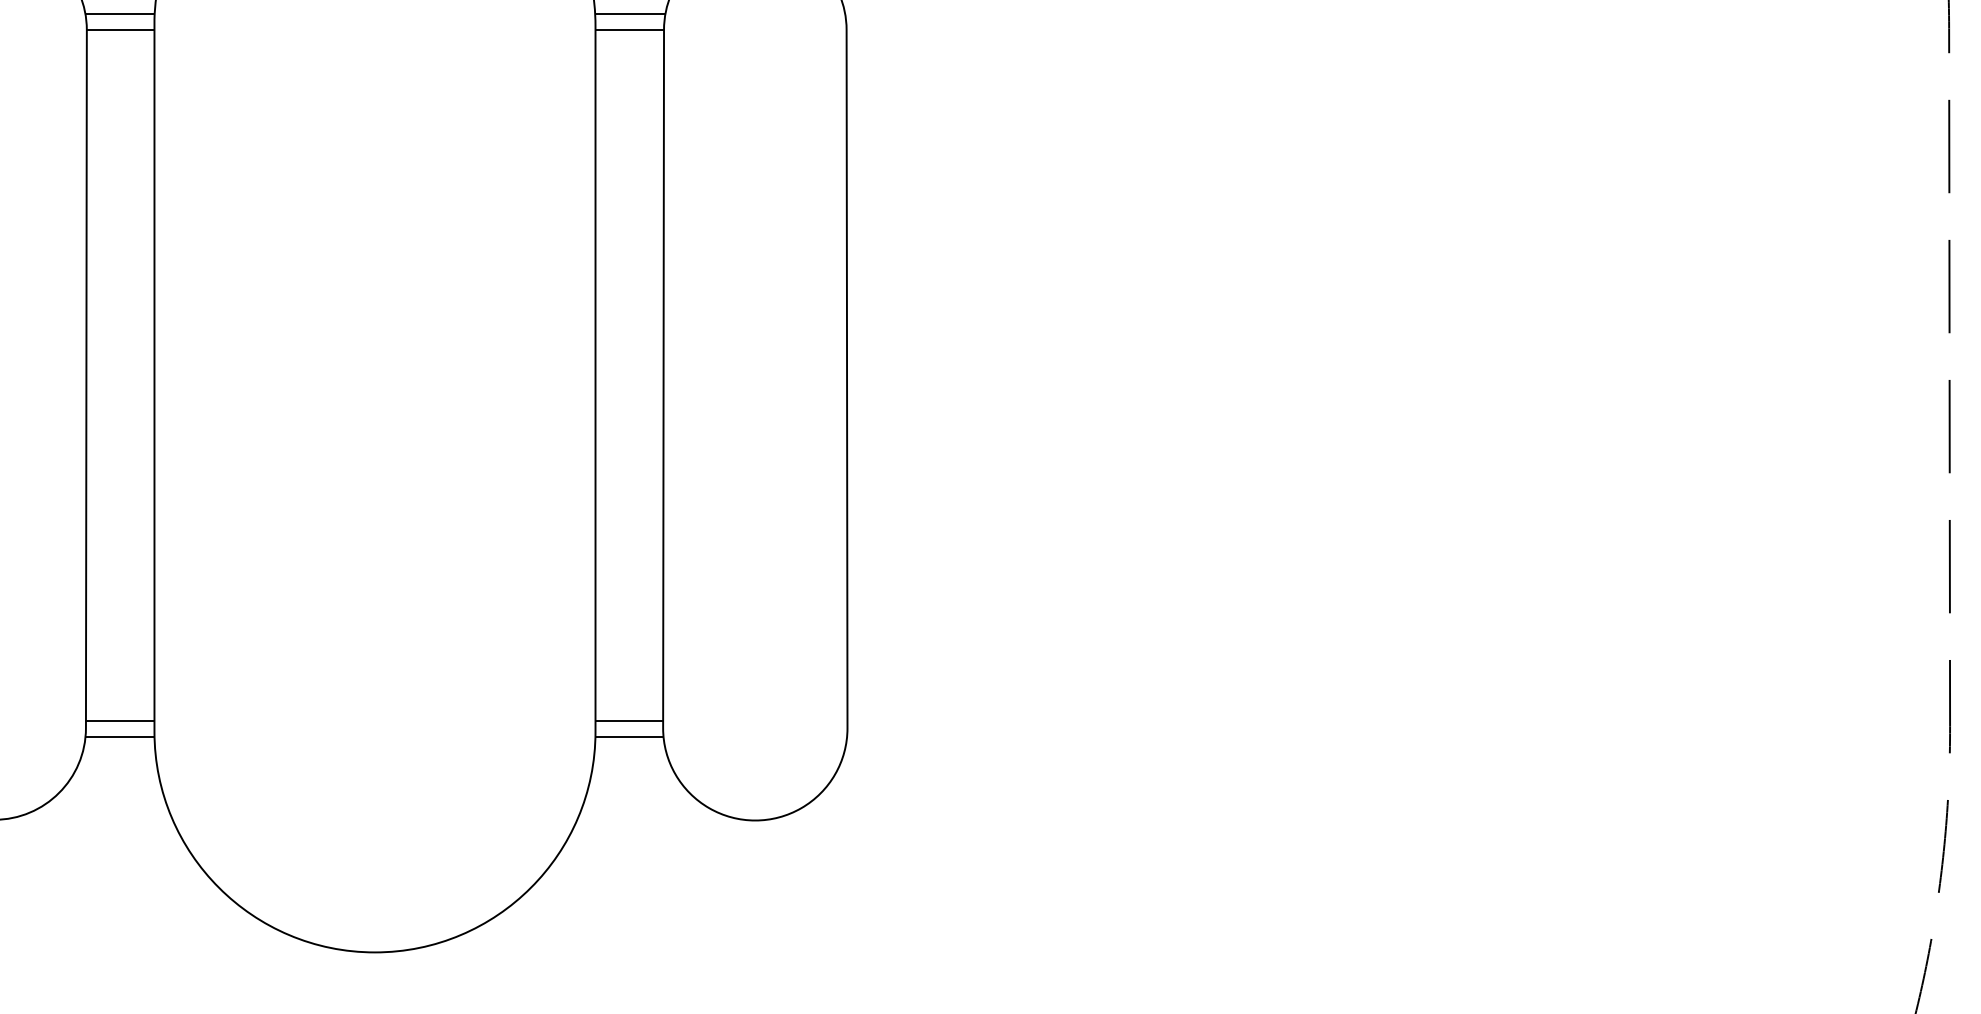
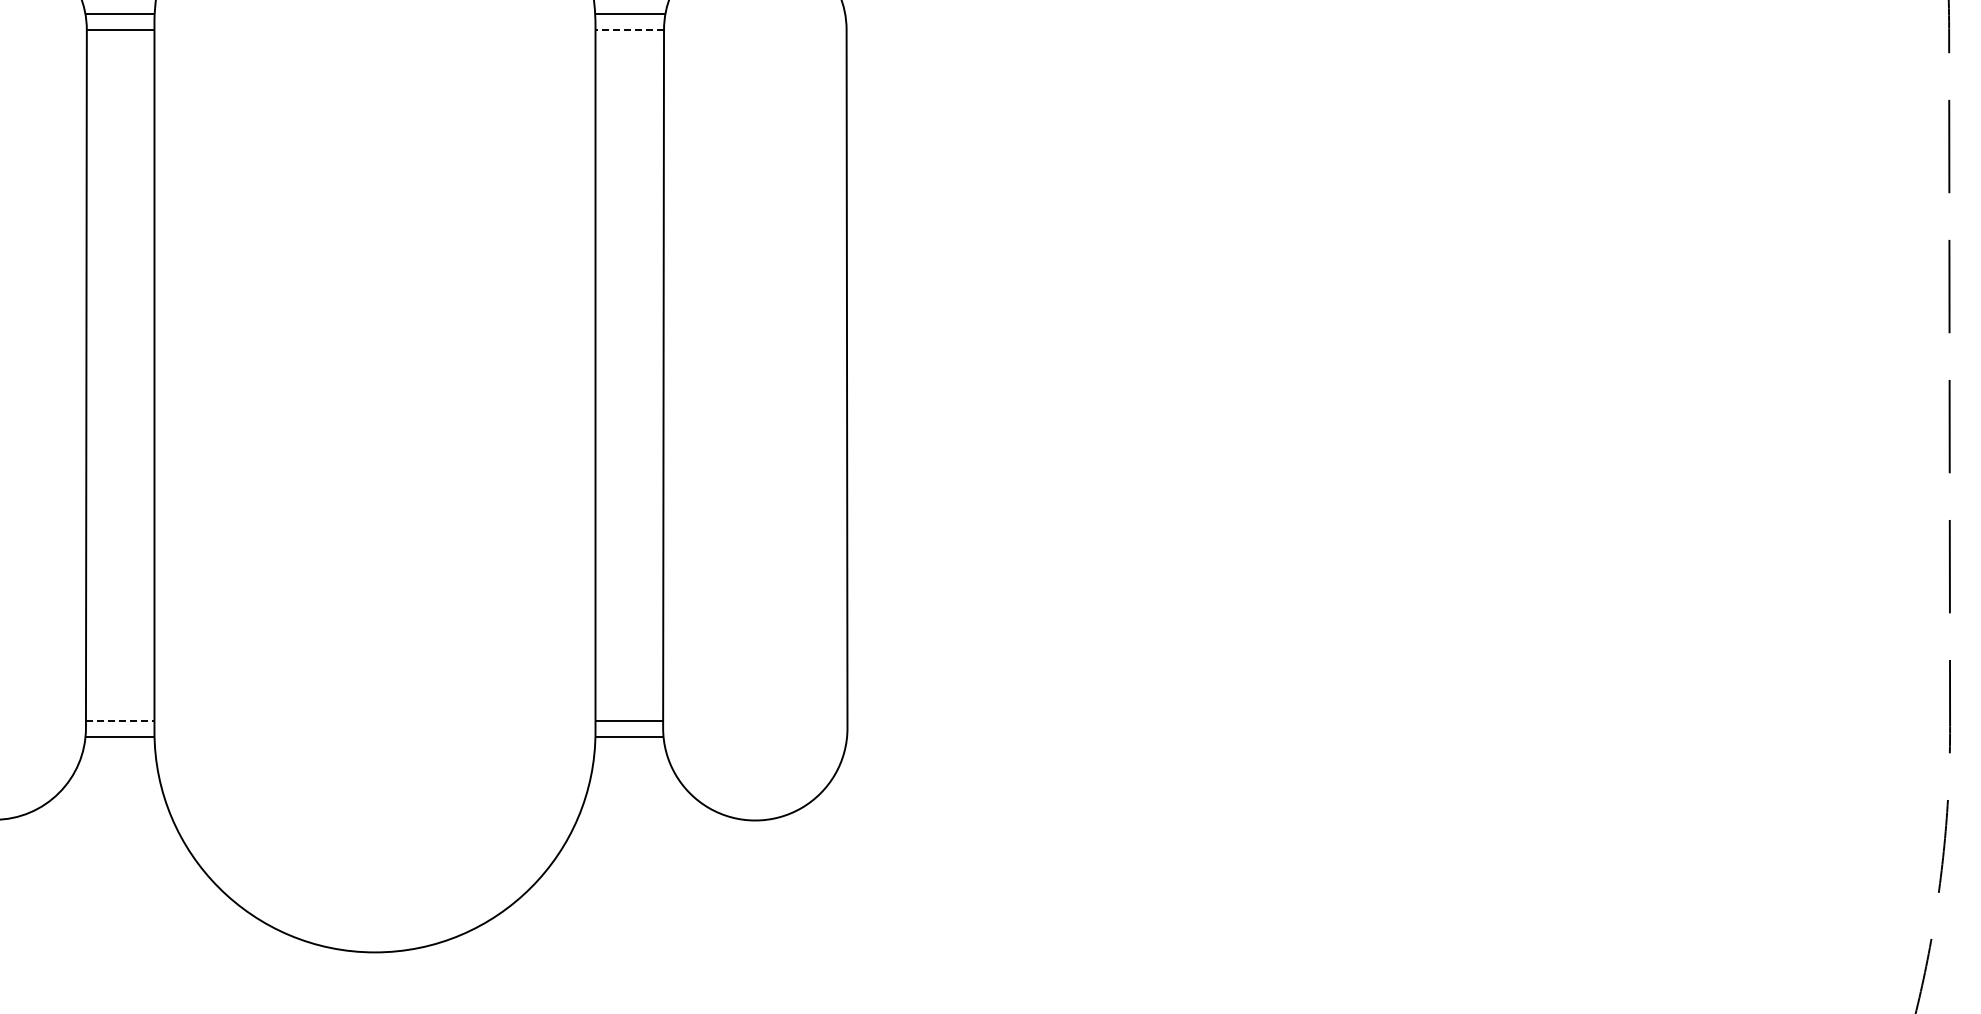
line at (629, 29): solid -> dashed
line at (120, 720): solid -> dashed
